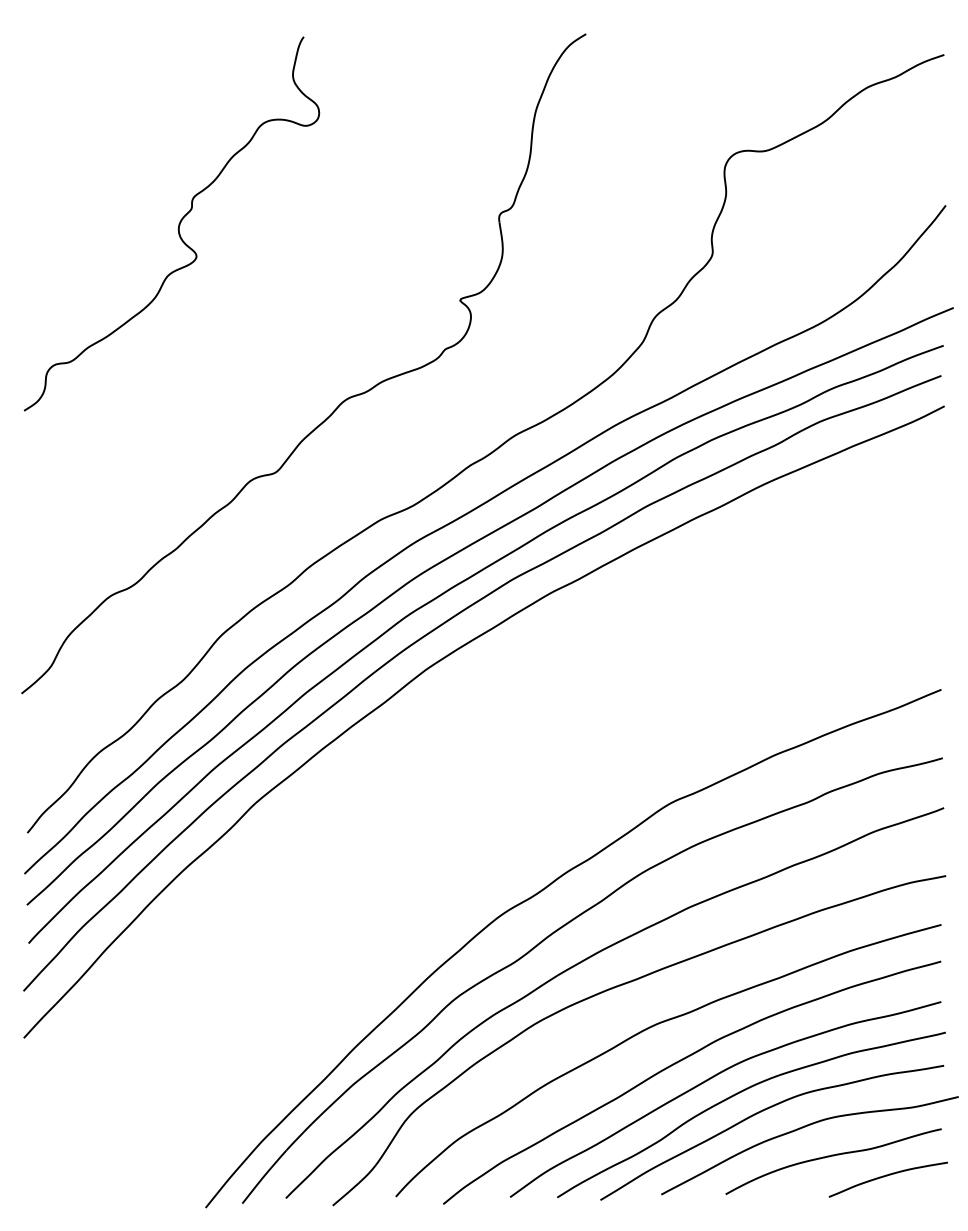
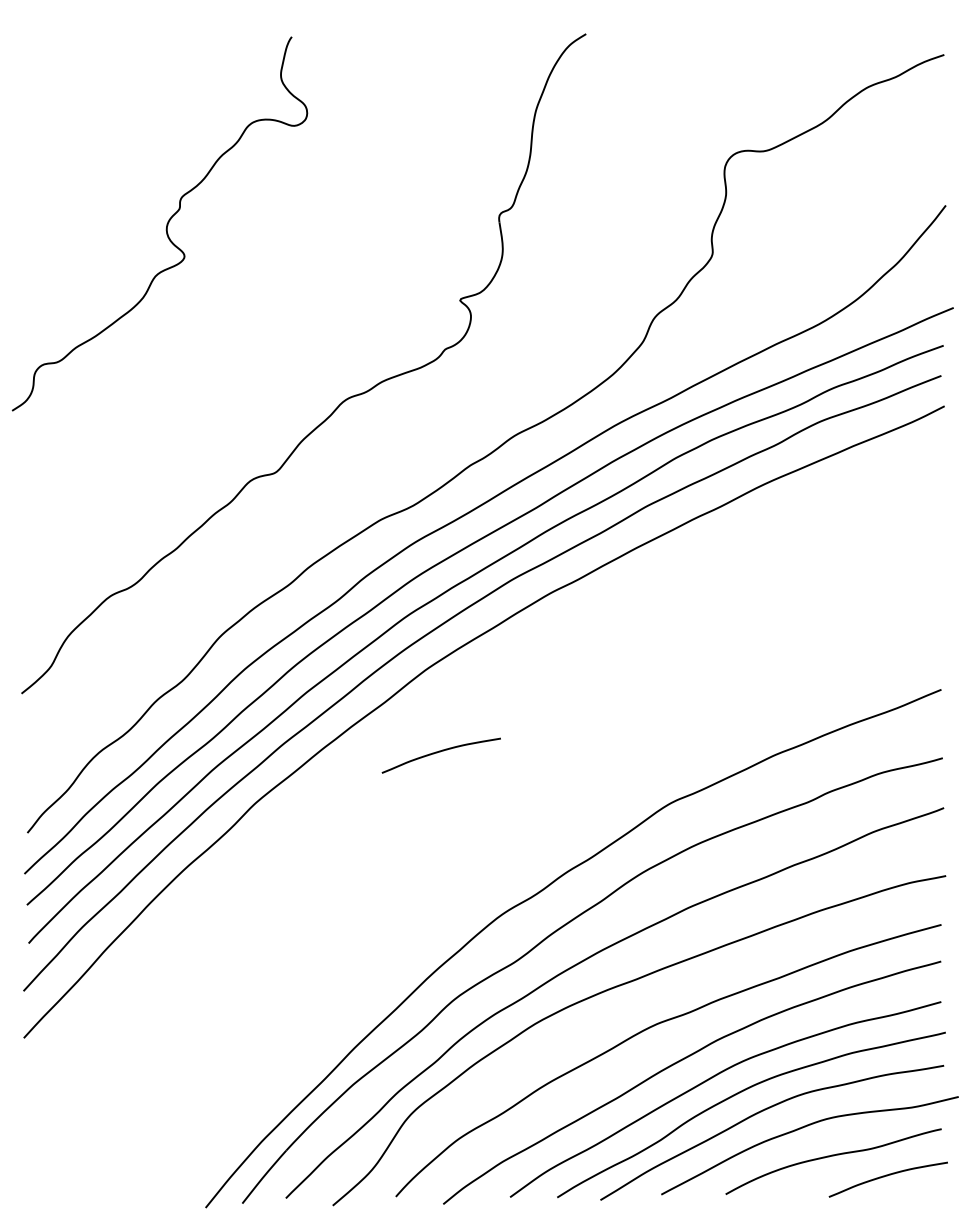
curve at (178, 223) position: (178, 223) -> (166, 223)
curve at (440, 752): none -> present
